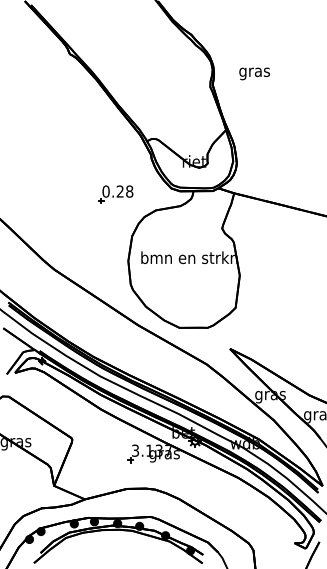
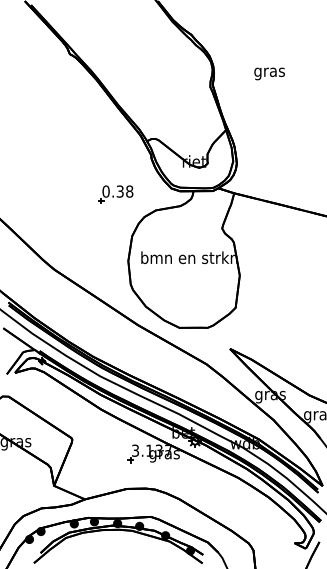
text at (254, 73) position: (254, 73) -> (269, 73)
text at (119, 191): 0.28 -> 0.38
